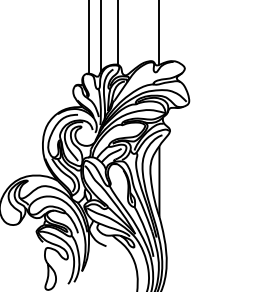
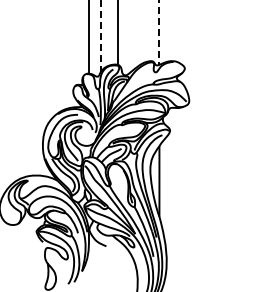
line at (159, 32): solid -> dashed
line at (100, 36): solid -> dashed
